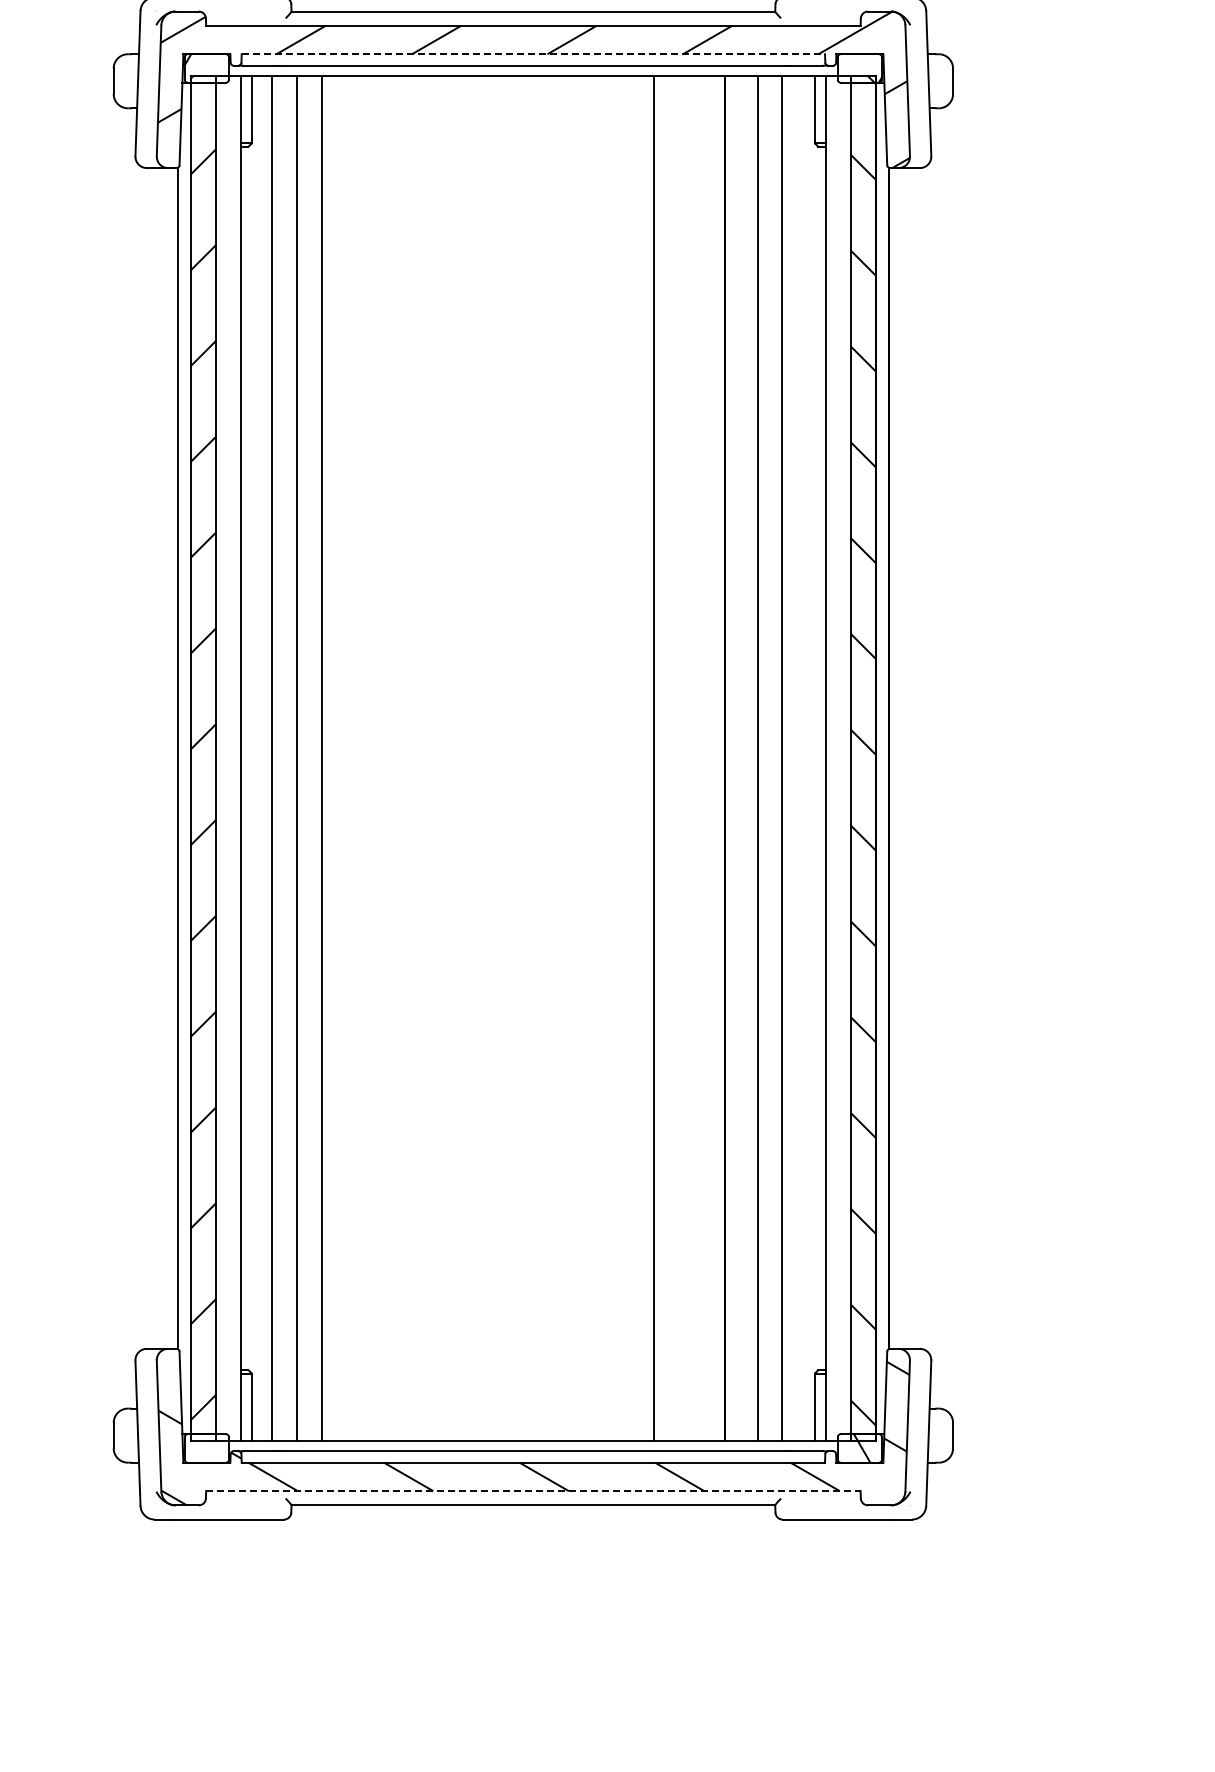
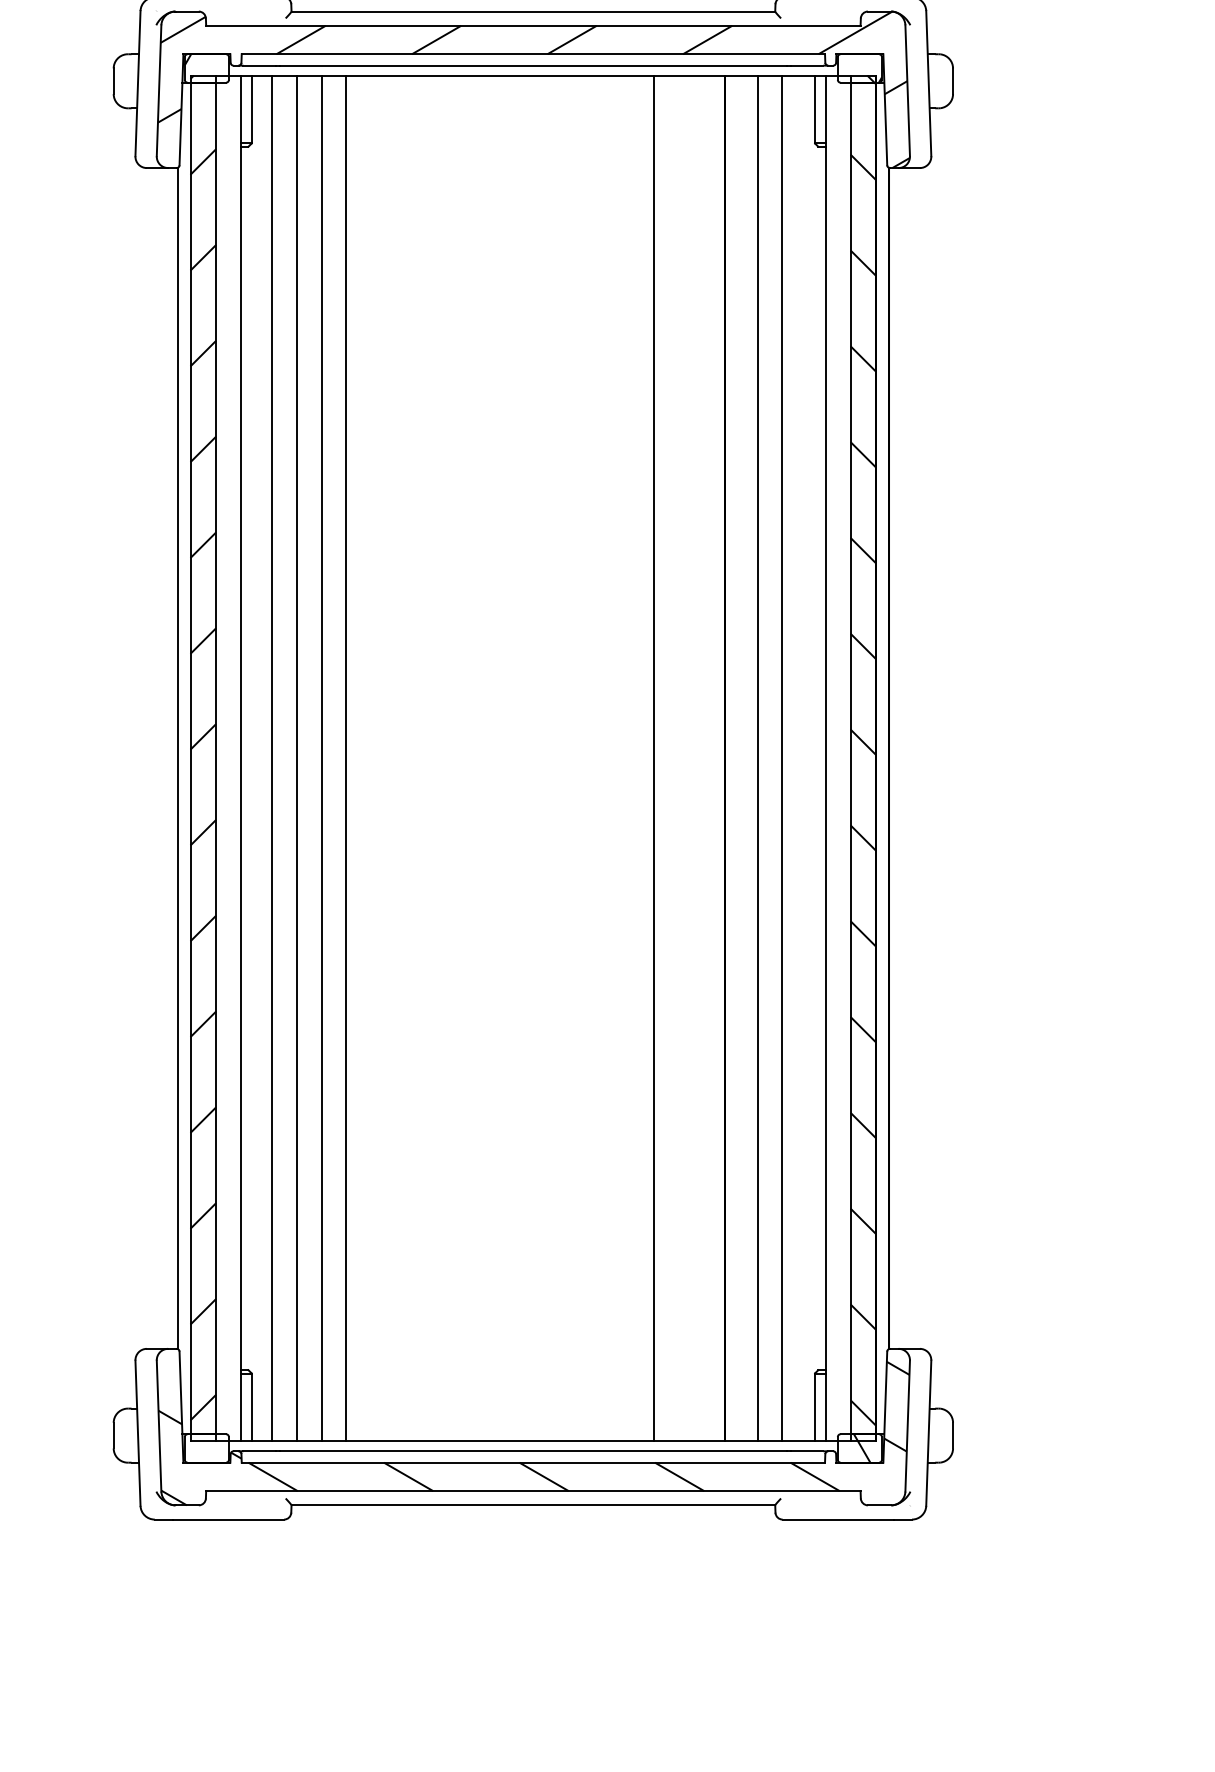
line at (533, 54): dashed -> solid
line at (346, 758): none -> present
line at (533, 1491): dashed -> solid
